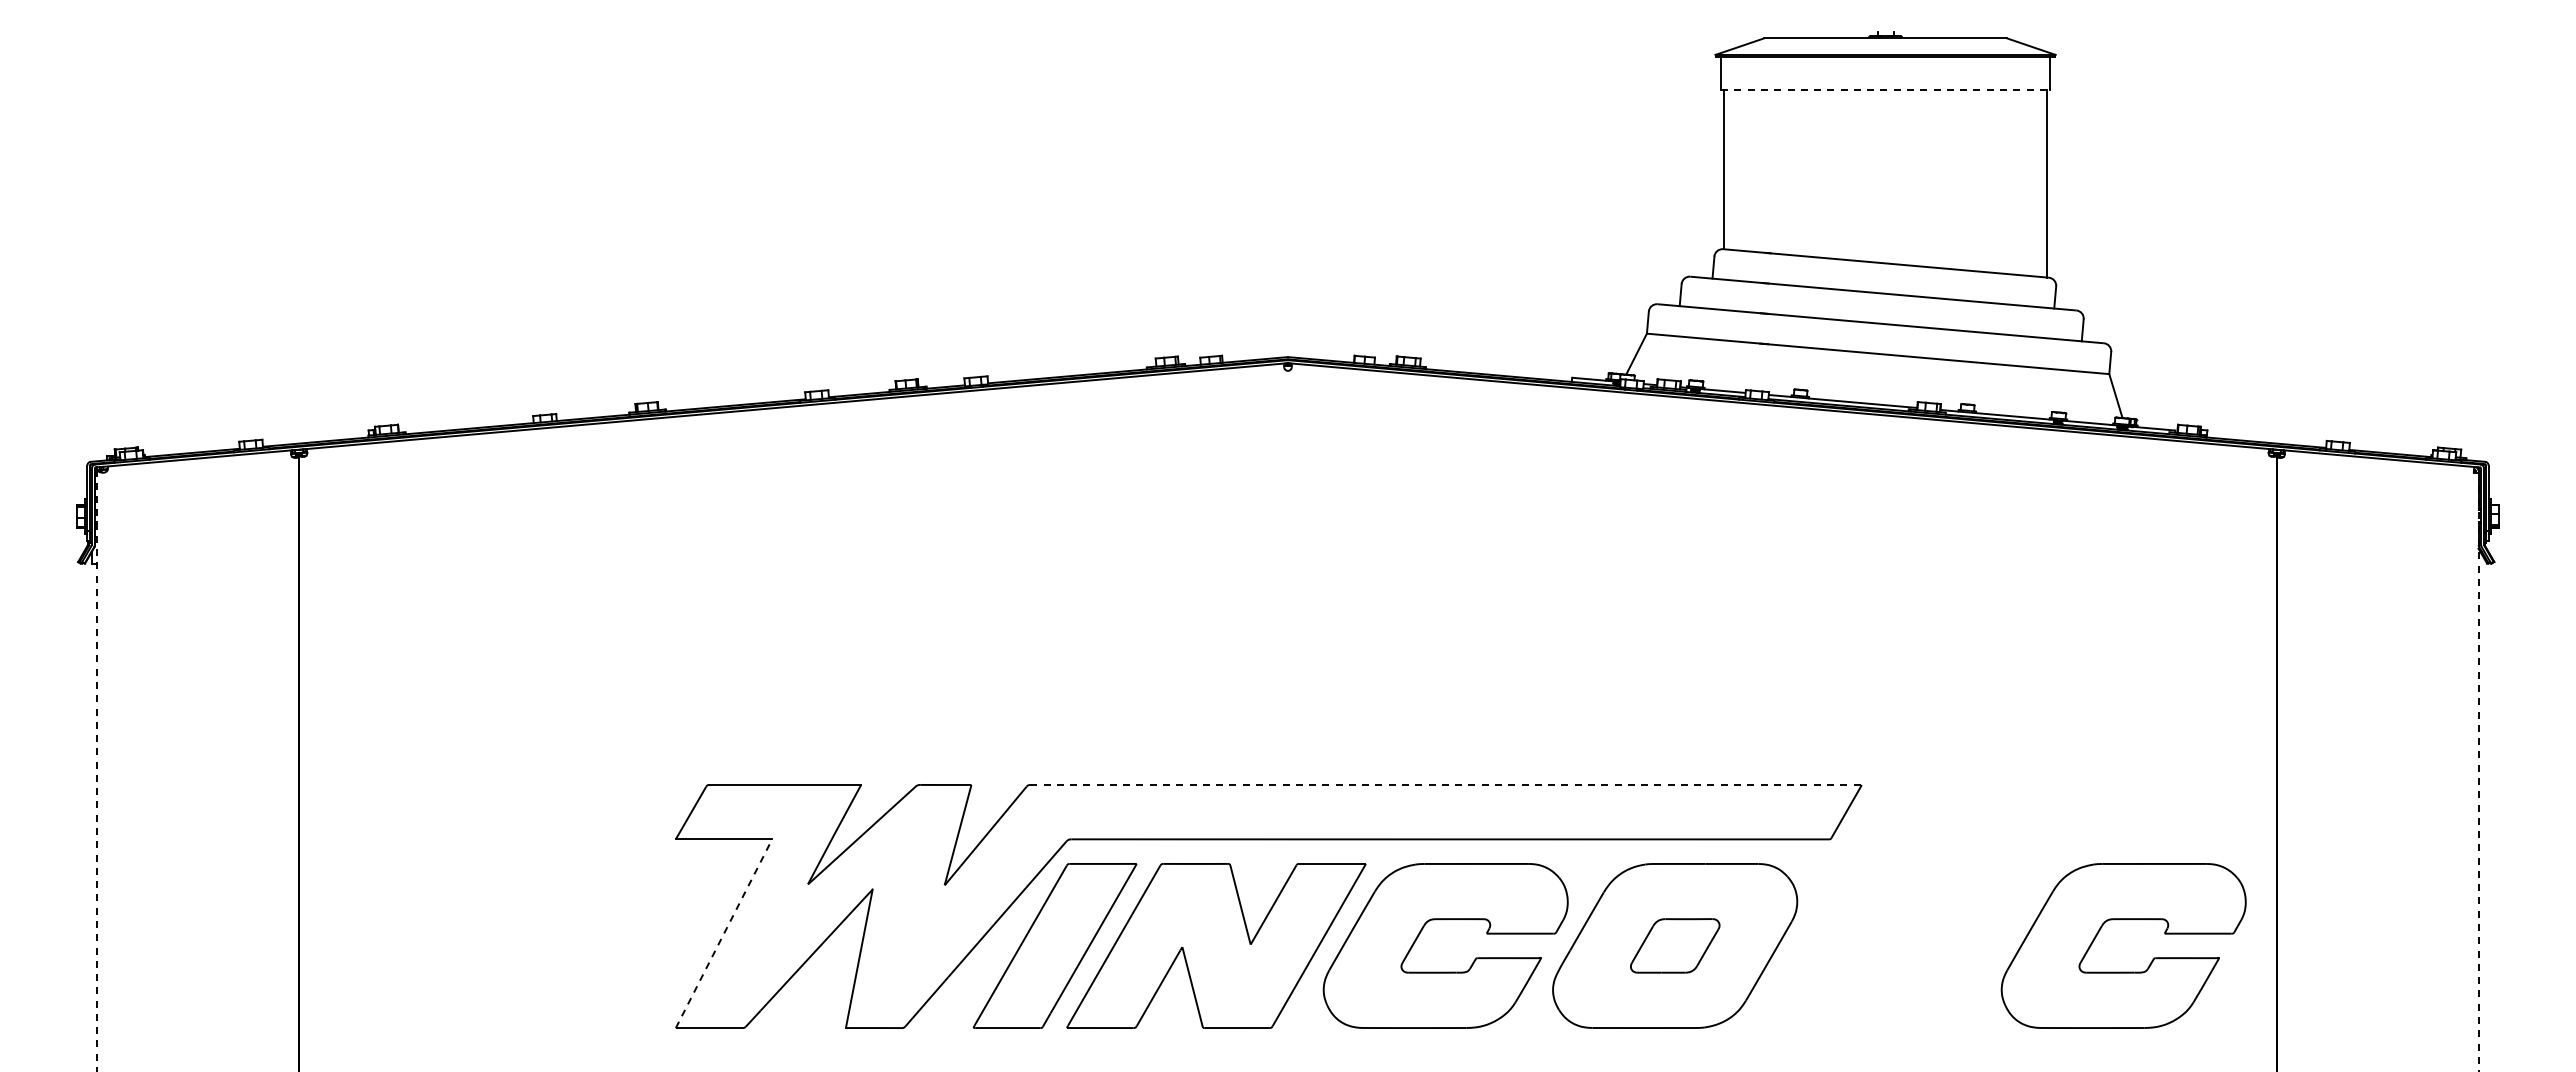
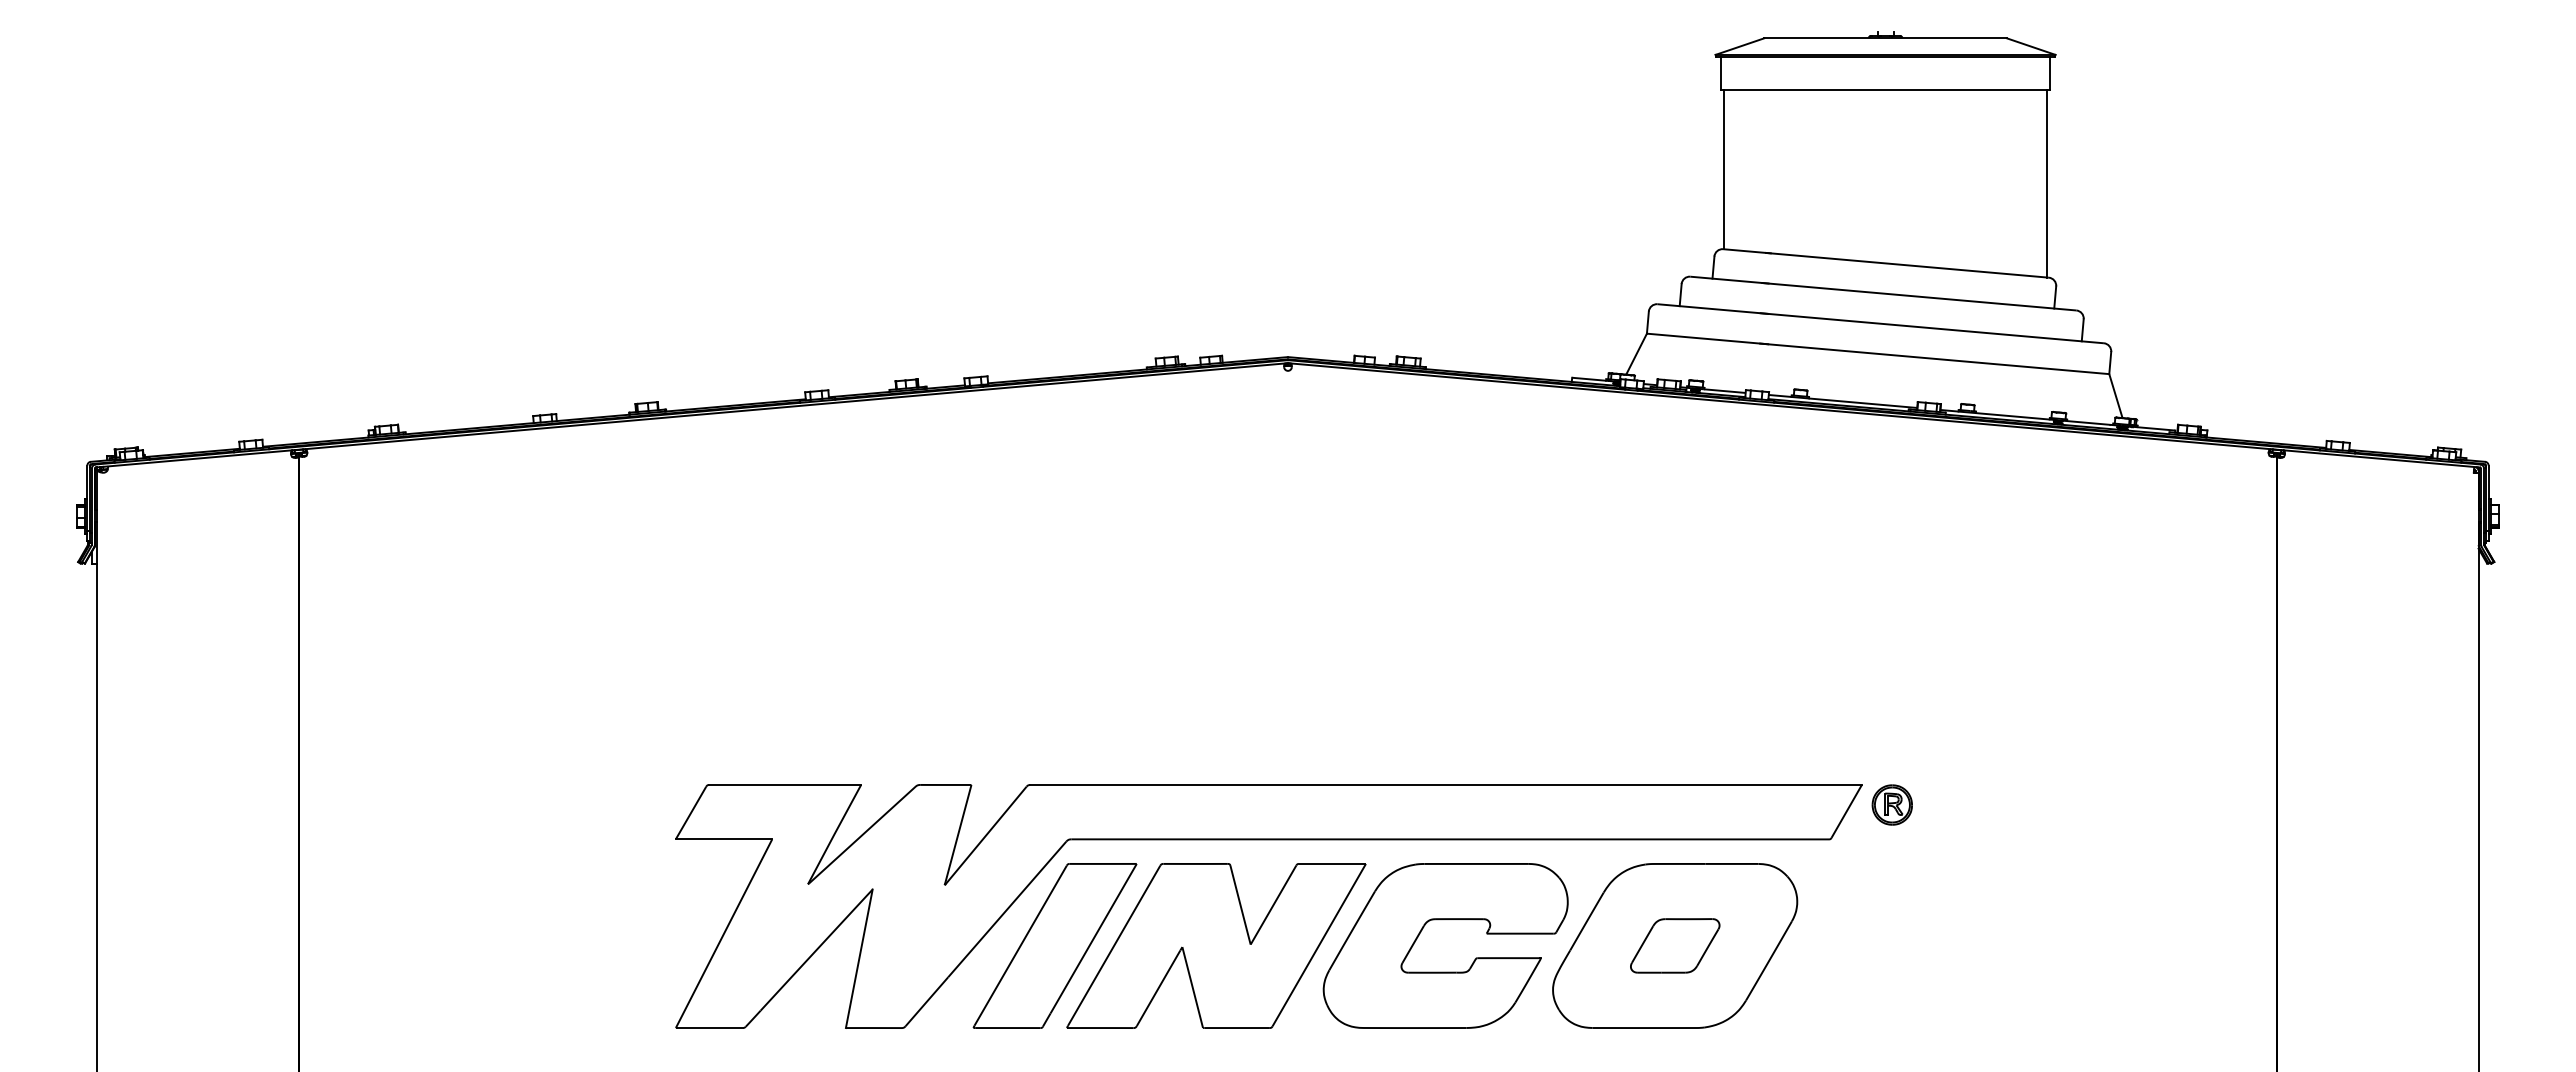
line at (1886, 90): dashed -> solid
line at (97, 770): dashed -> solid
line at (2478, 772): dashed -> solid
line at (1446, 785): dashed -> solid
part at (1891, 804): none -> present
part at (2119, 920): present -> none
line at (724, 933): dashed -> solid
